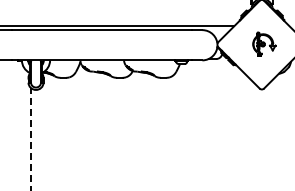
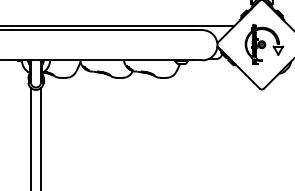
part at (264, 43) size: 25x26 px -> 41x42 px
line at (41, 137): none -> present
line at (31, 139): dashed -> solid
